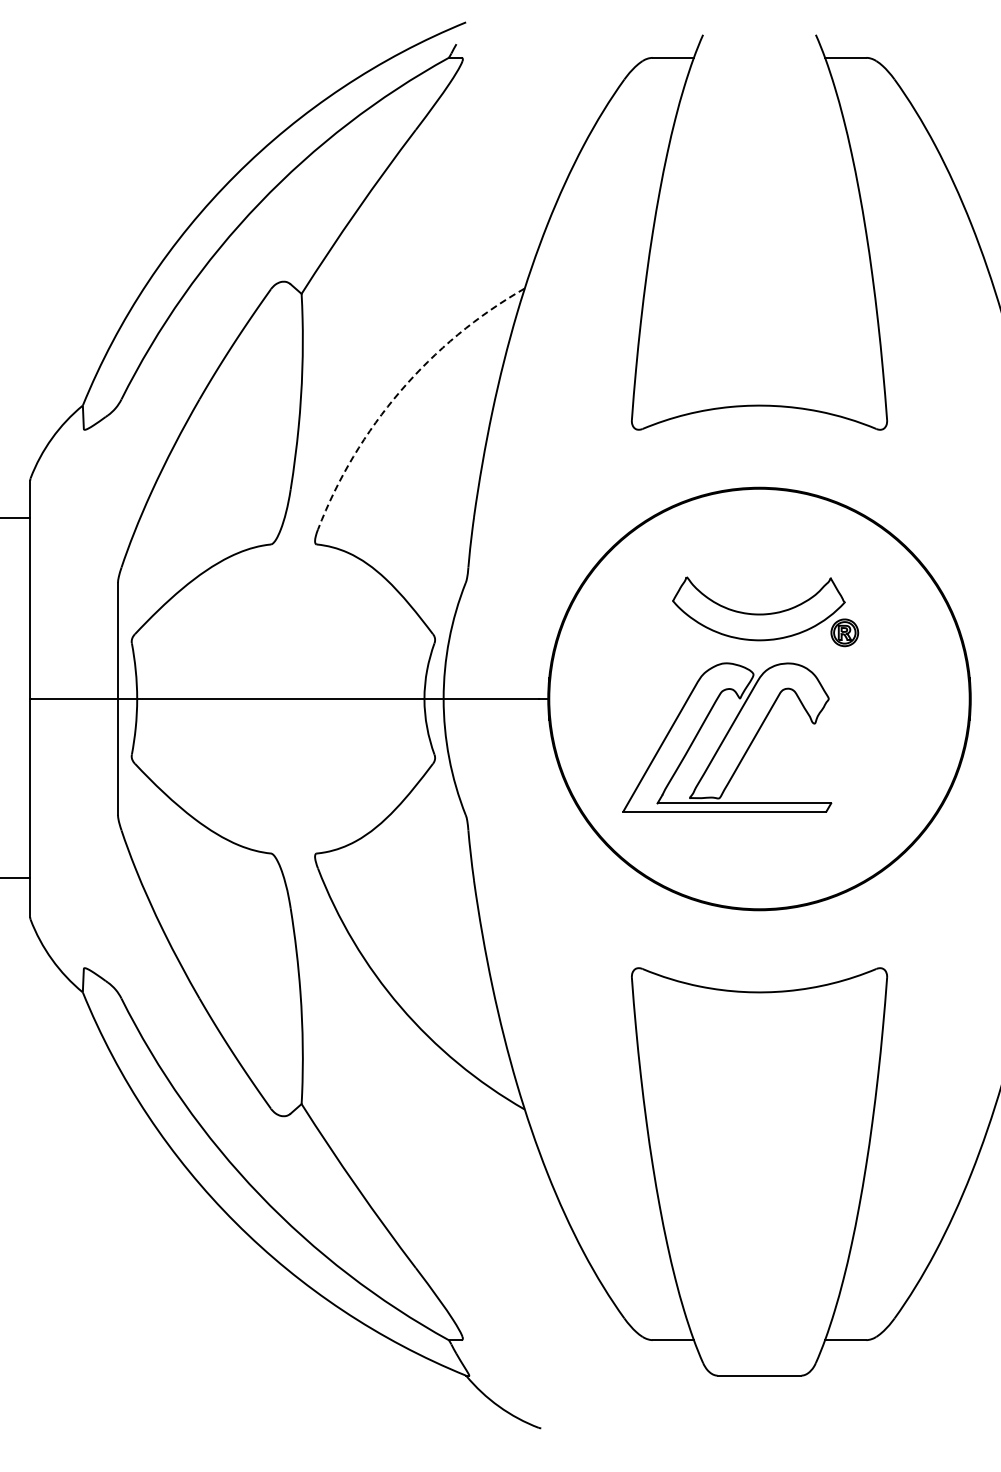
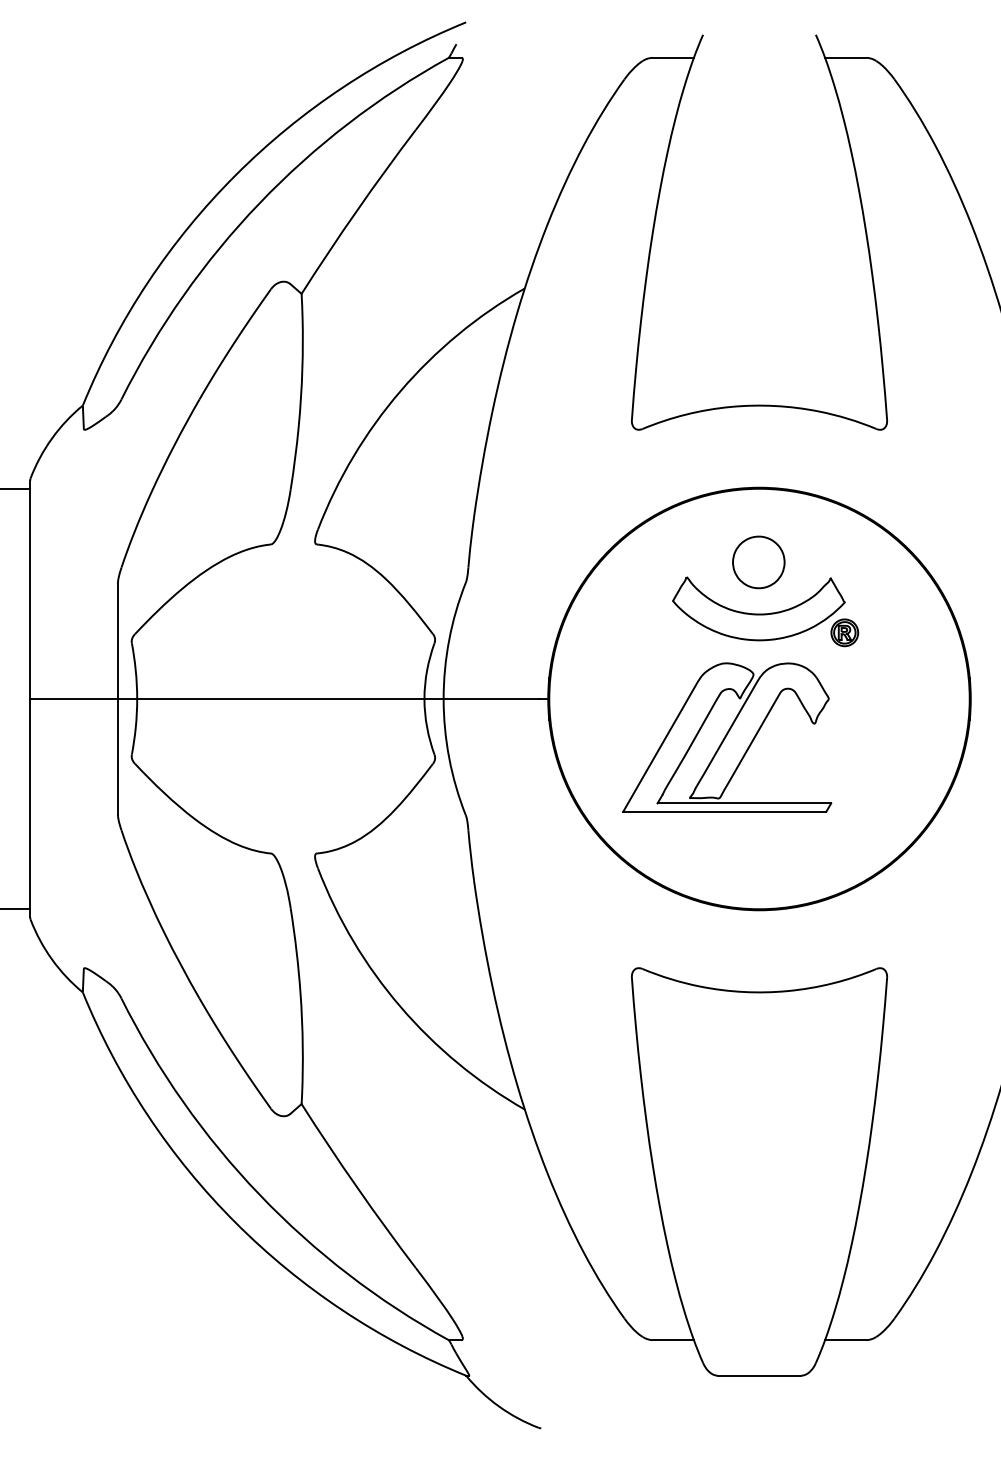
arc at (400, 391): dashed -> solid
line at (16, 517) position: (16, 517) -> (16, 488)
part at (758, 562): none -> present
line at (16, 878) position: (16, 878) -> (16, 909)
